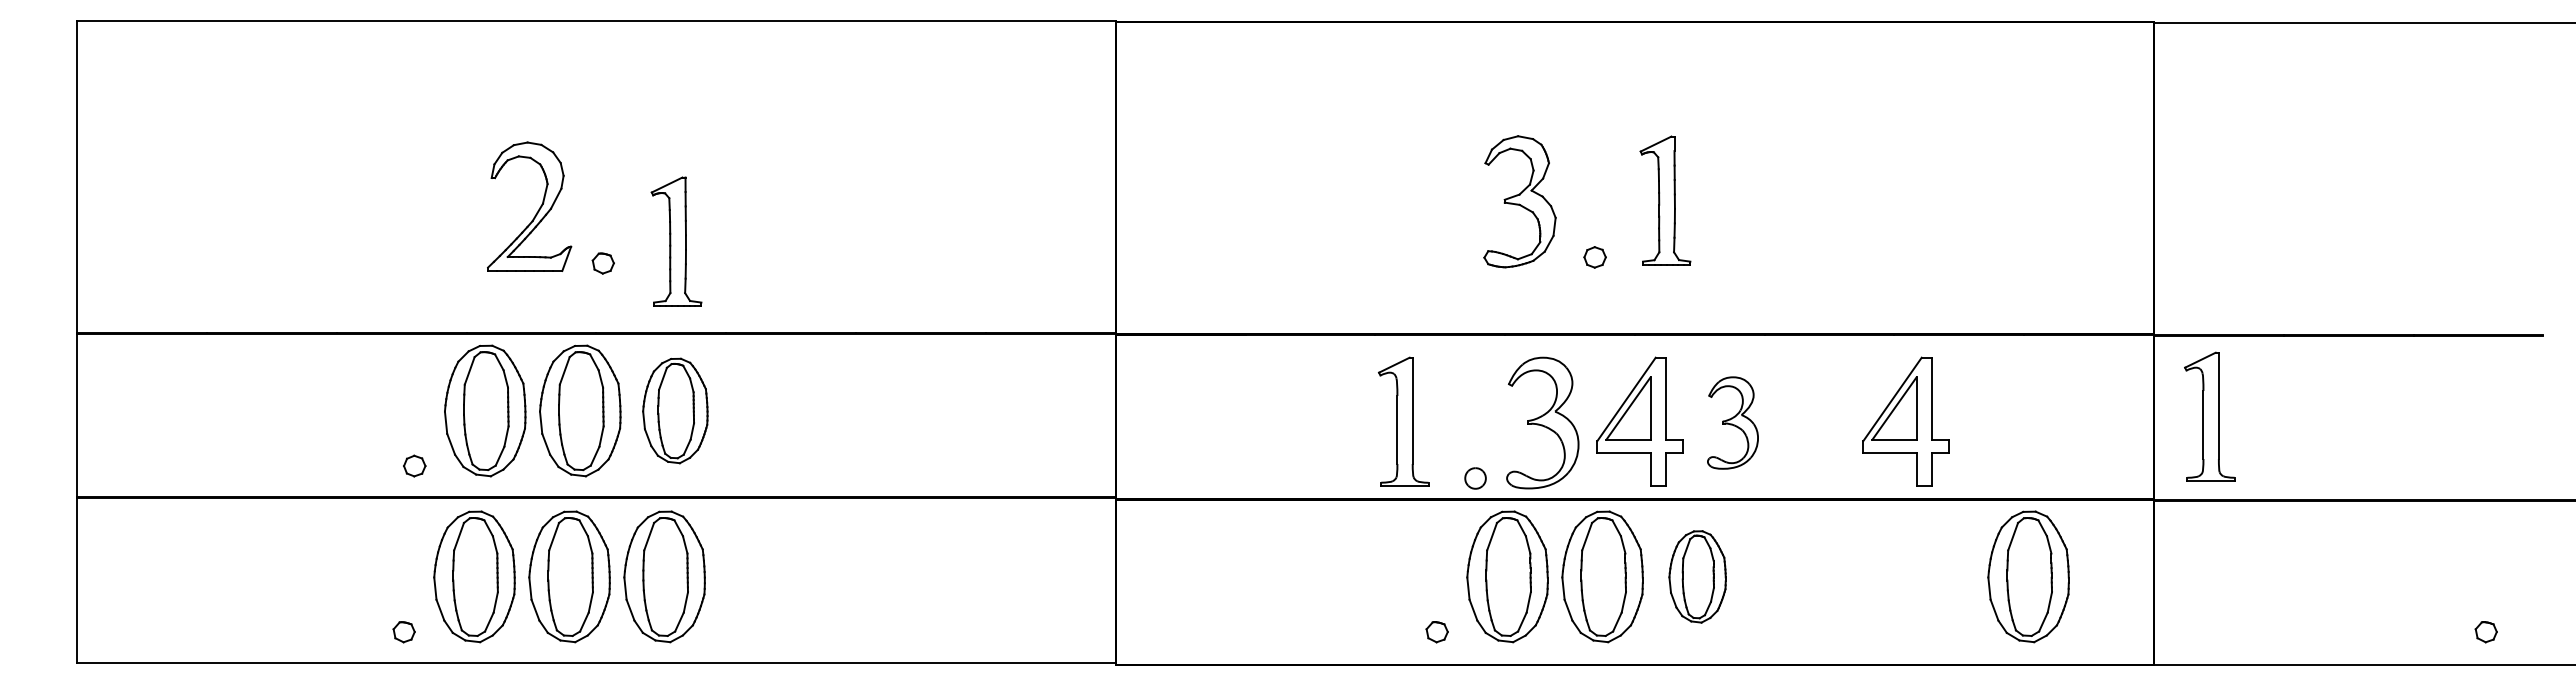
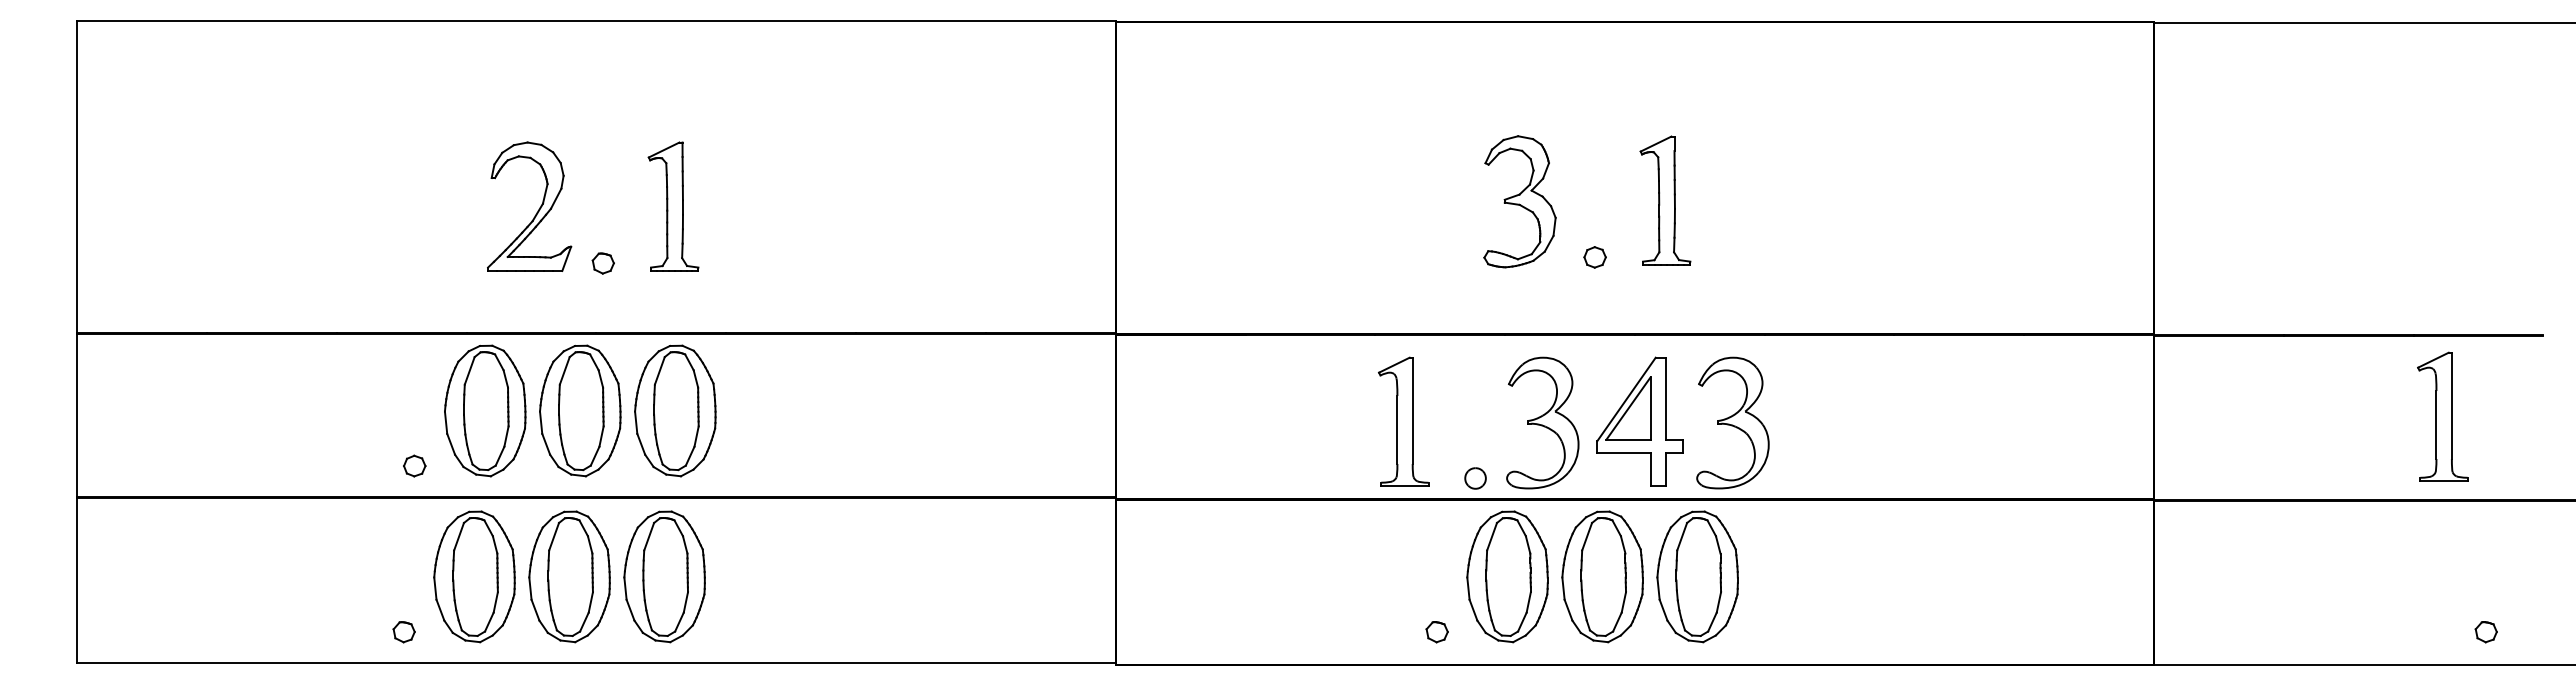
part at (676, 241) position: (676, 241) -> (673, 206)
part at (675, 410) size: 67x108 px -> 83x134 px
part at (2209, 416) position: (2209, 416) -> (2442, 416)
part at (1905, 421): present -> none
part at (1732, 422) size: 52x94 px -> 74x134 px
part at (1697, 576) size: 59x94 px -> 83x134 px
part at (2028, 576): present -> none
